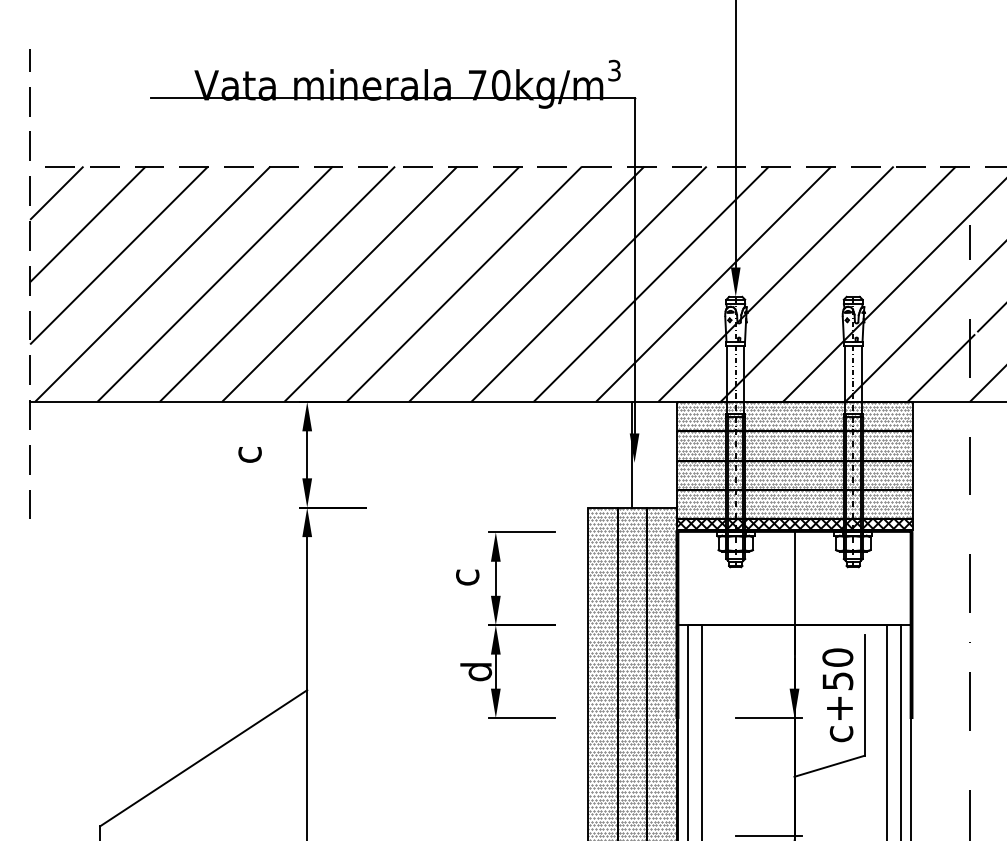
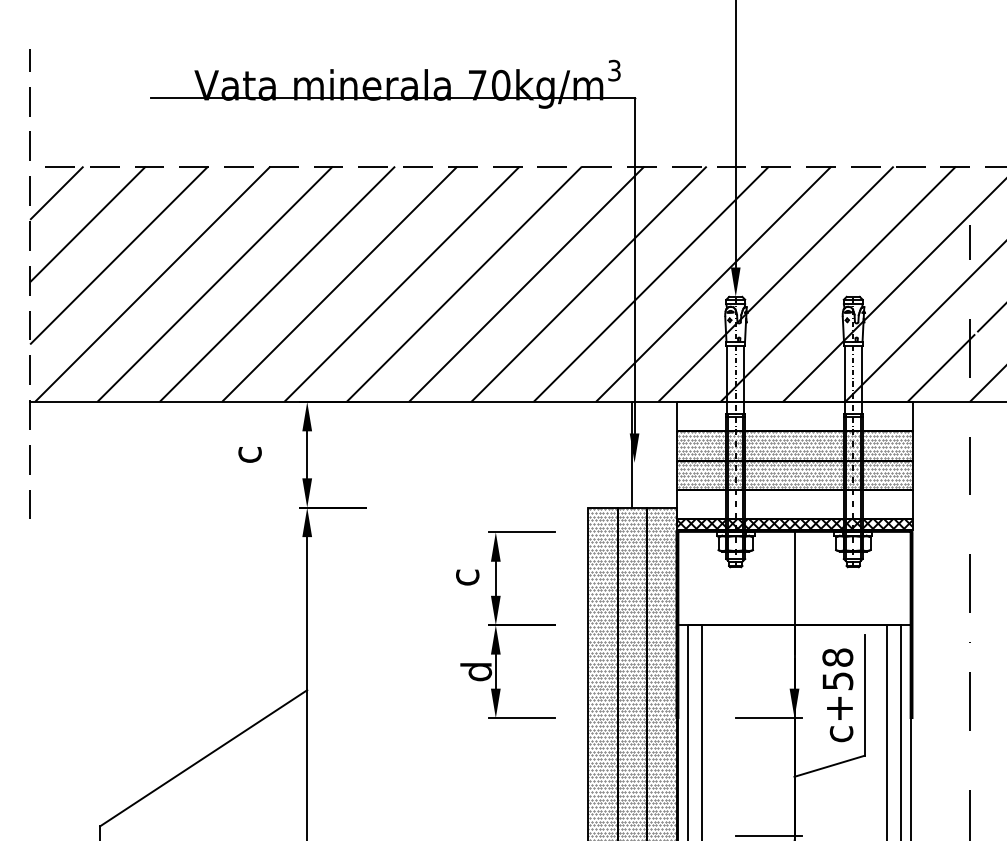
hatch at (794, 415): present -> none
hatch at (794, 503): present -> none
text at (837, 657): c+50 -> c+58
